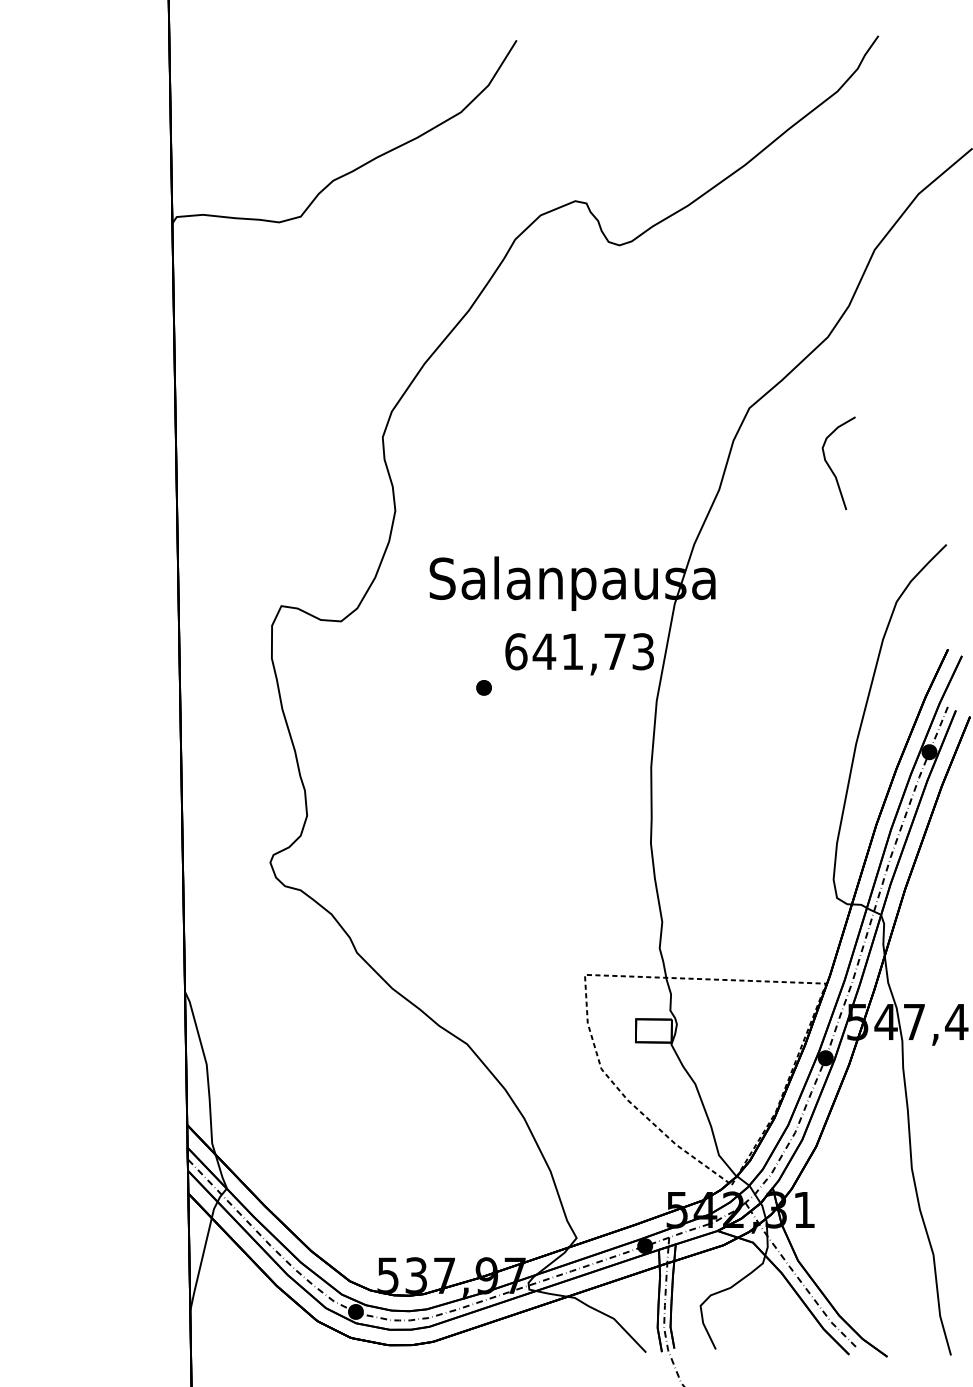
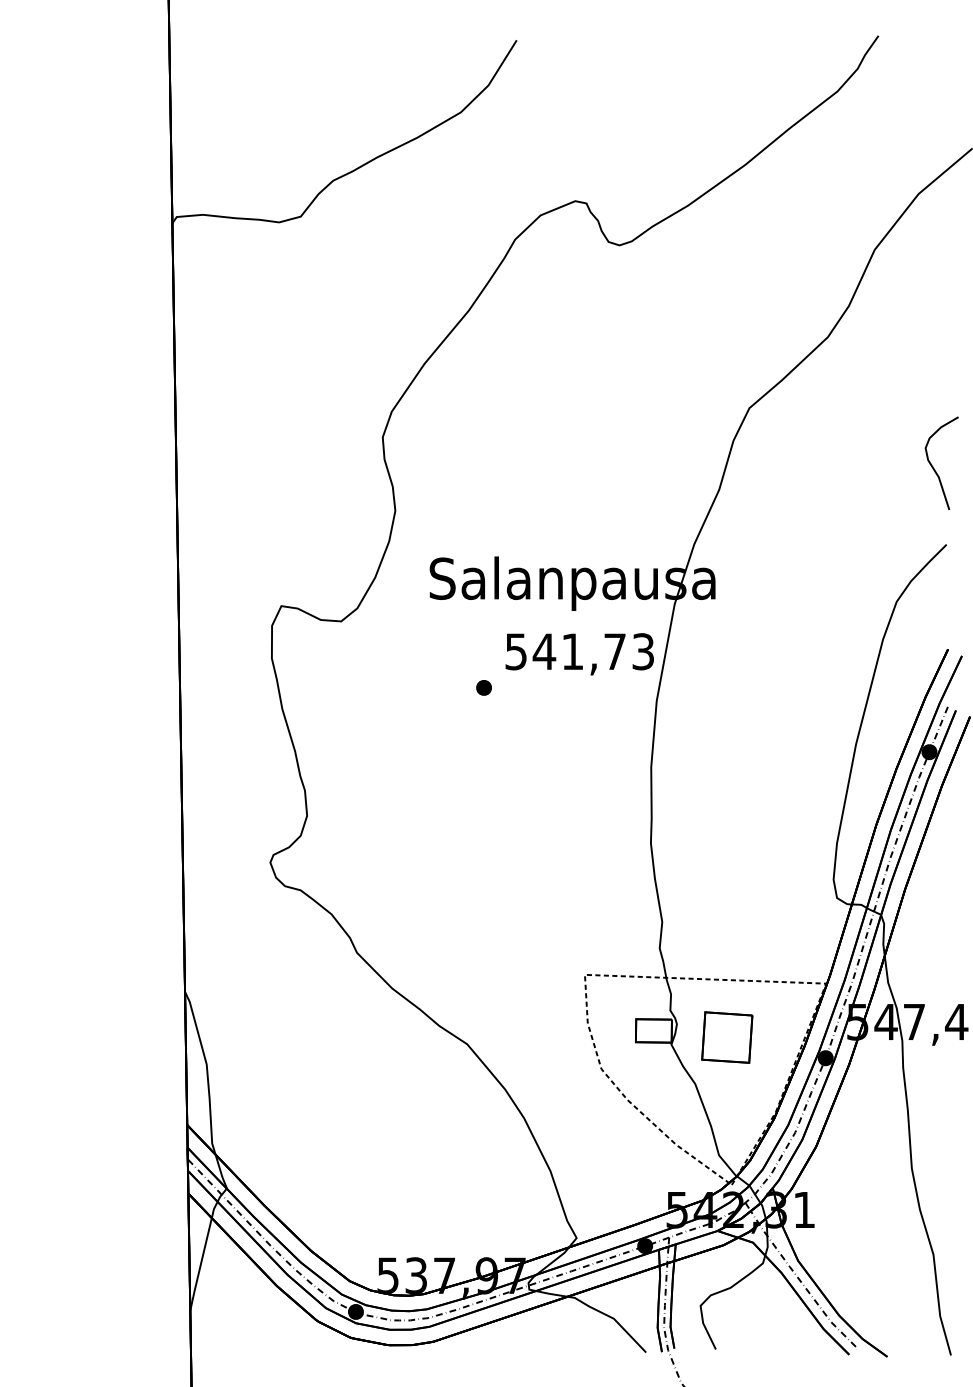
curve at (832, 469) position: (832, 469) -> (935, 469)
text at (516, 651): 641,73 -> 541,73
part at (727, 1037): none -> present
